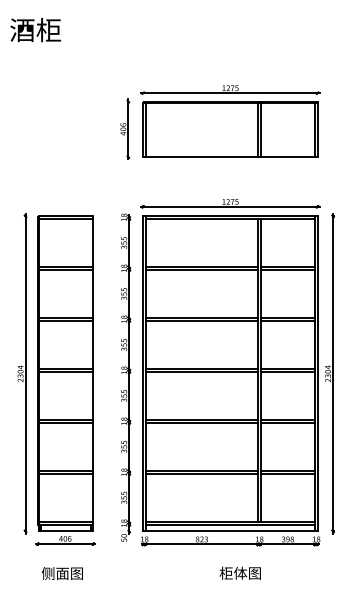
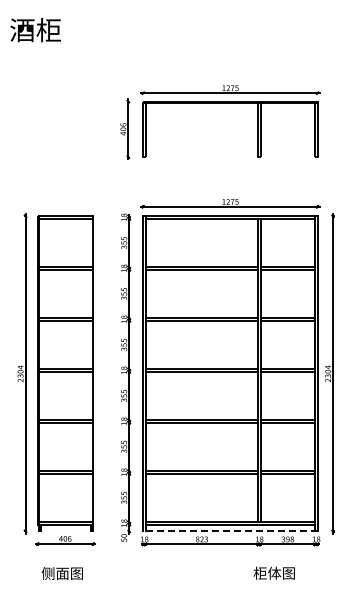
line at (230, 157): present -> none
line at (65, 531): present -> none
line at (229, 531): solid -> dashed
text at (239, 572) position: (239, 572) -> (273, 572)
